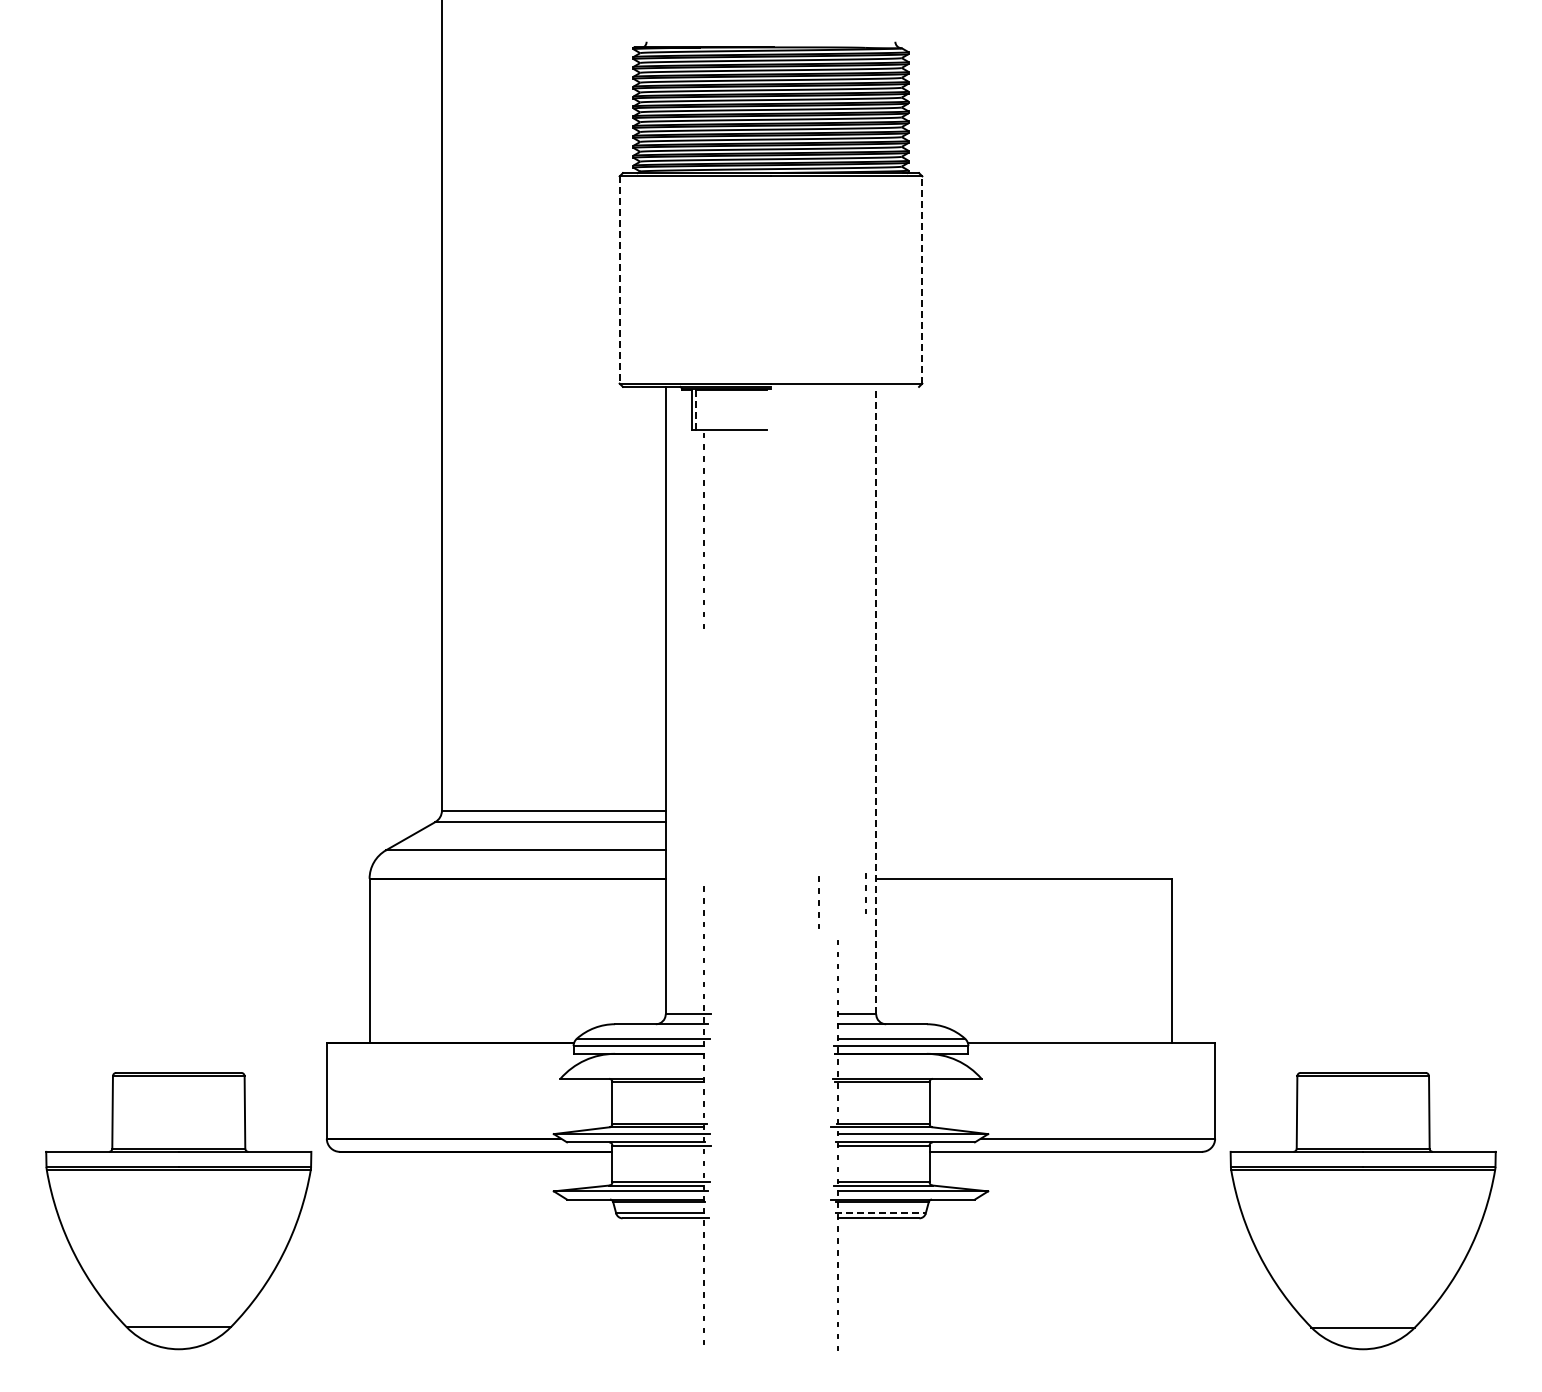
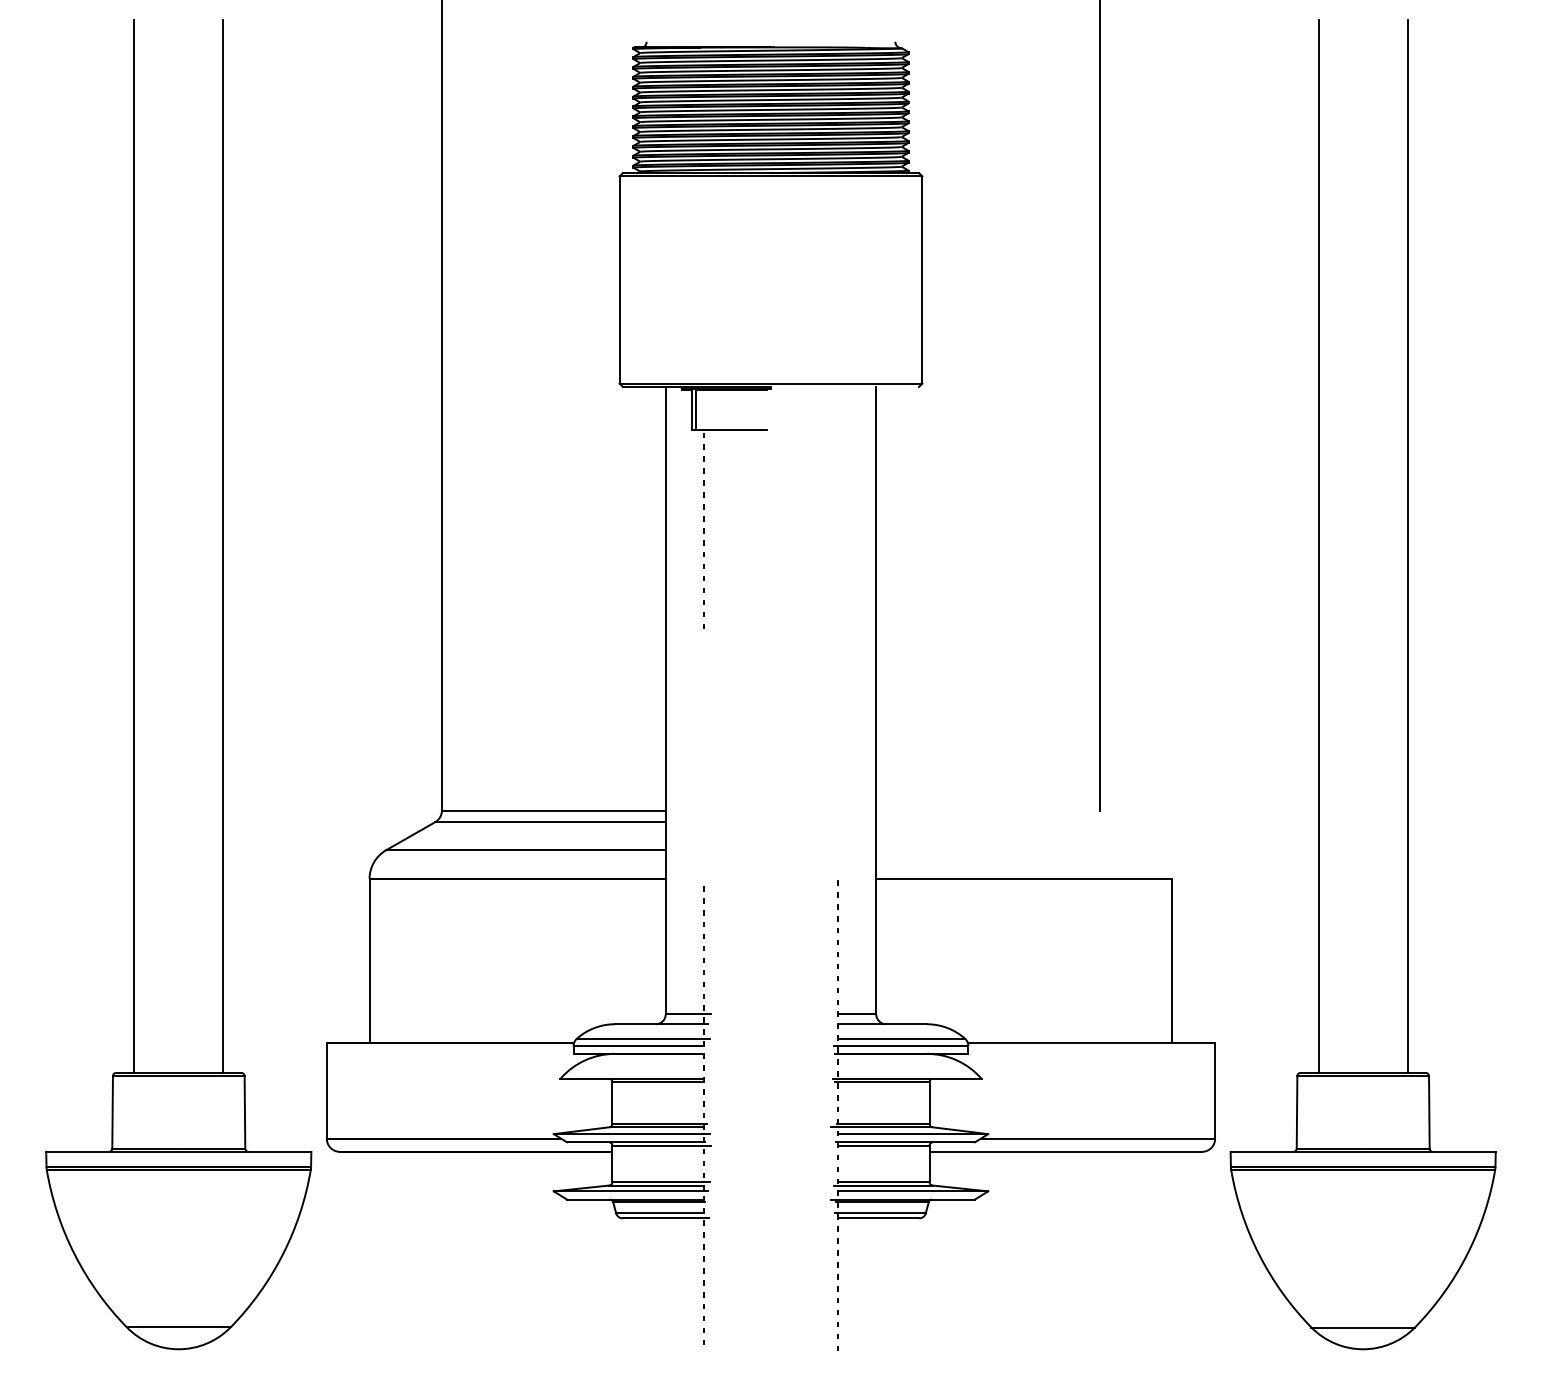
line at (619, 280): dashed -> solid
line at (922, 280): dashed -> solid
line at (1099, 406): none -> present
line at (696, 409): dashed -> solid
line at (134, 546): none -> present
line at (223, 546): none -> present
line at (1318, 546): none -> present
line at (1407, 546): none -> present
line at (876, 700): dashed -> solid
part at (865, 893): present -> none
part at (818, 902) position: (818, 902) -> (837, 906)
line at (880, 1213): dashed -> solid
